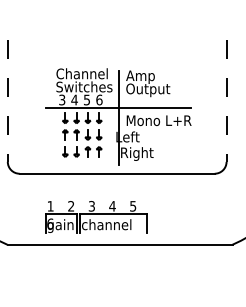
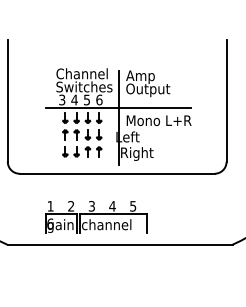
line at (7, 101): dashed -> solid
line at (226, 101): dashed -> solid
